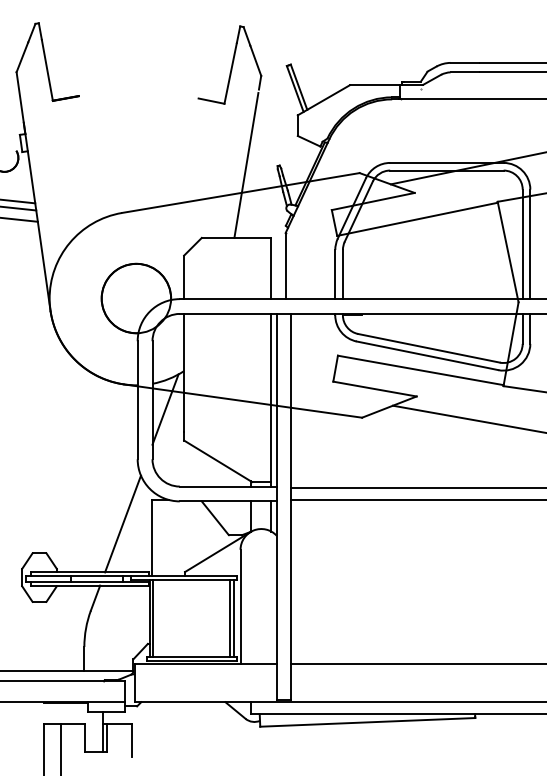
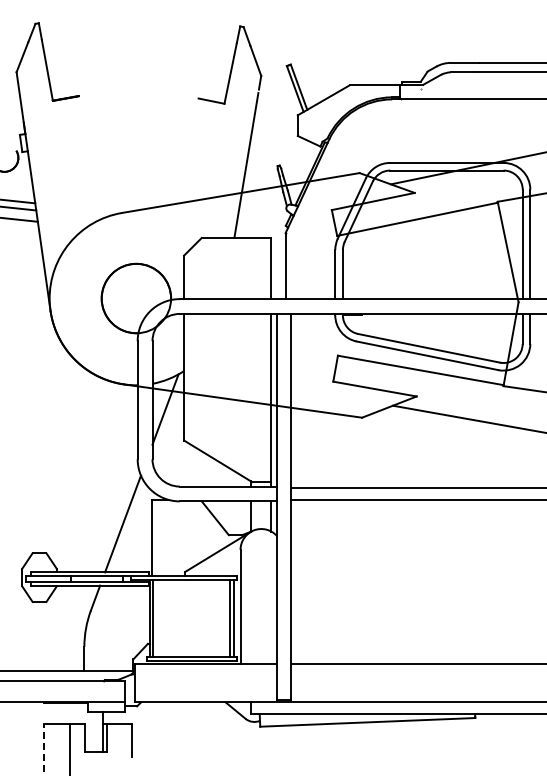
line at (60, 748) position: (60, 748) -> (69, 748)
line at (43, 749): solid -> dashed
